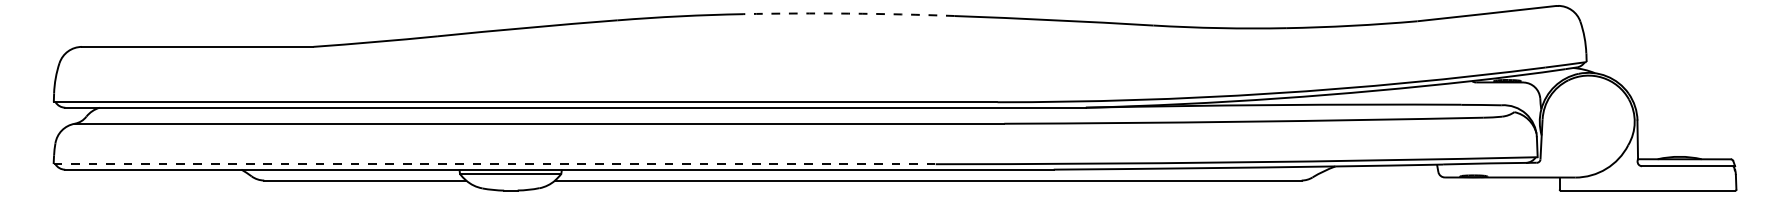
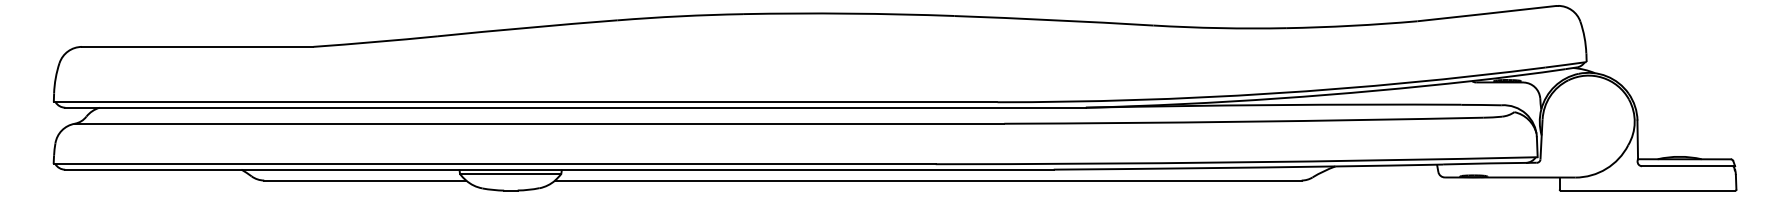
arc at (848, 13): dashed -> solid
line at (494, 164): dashed -> solid
